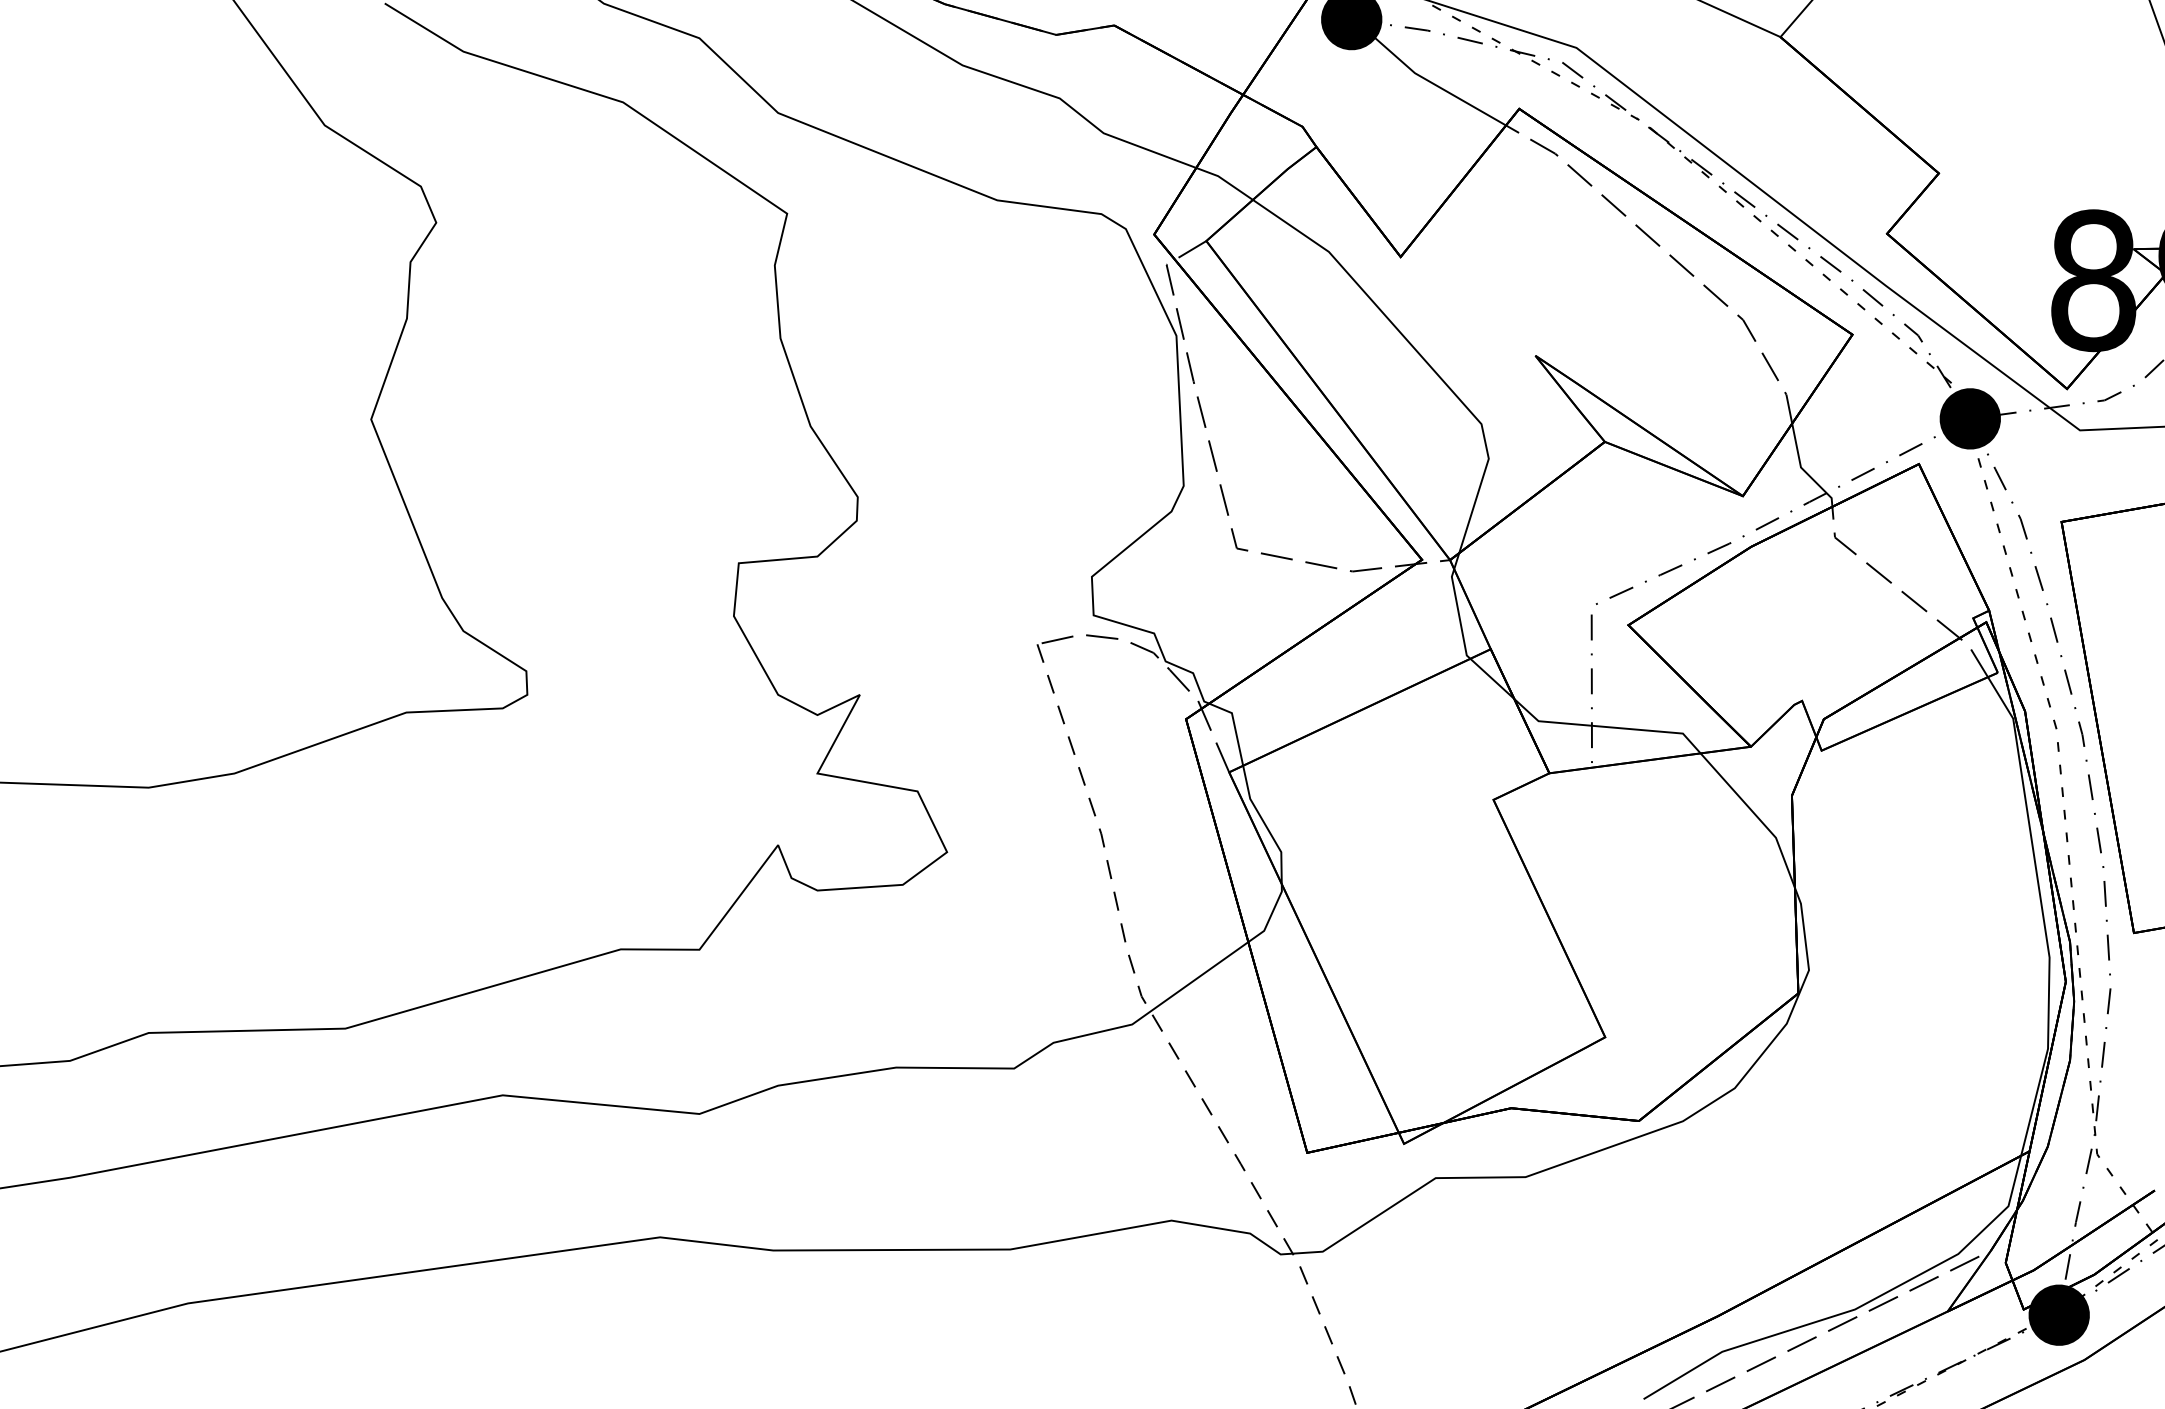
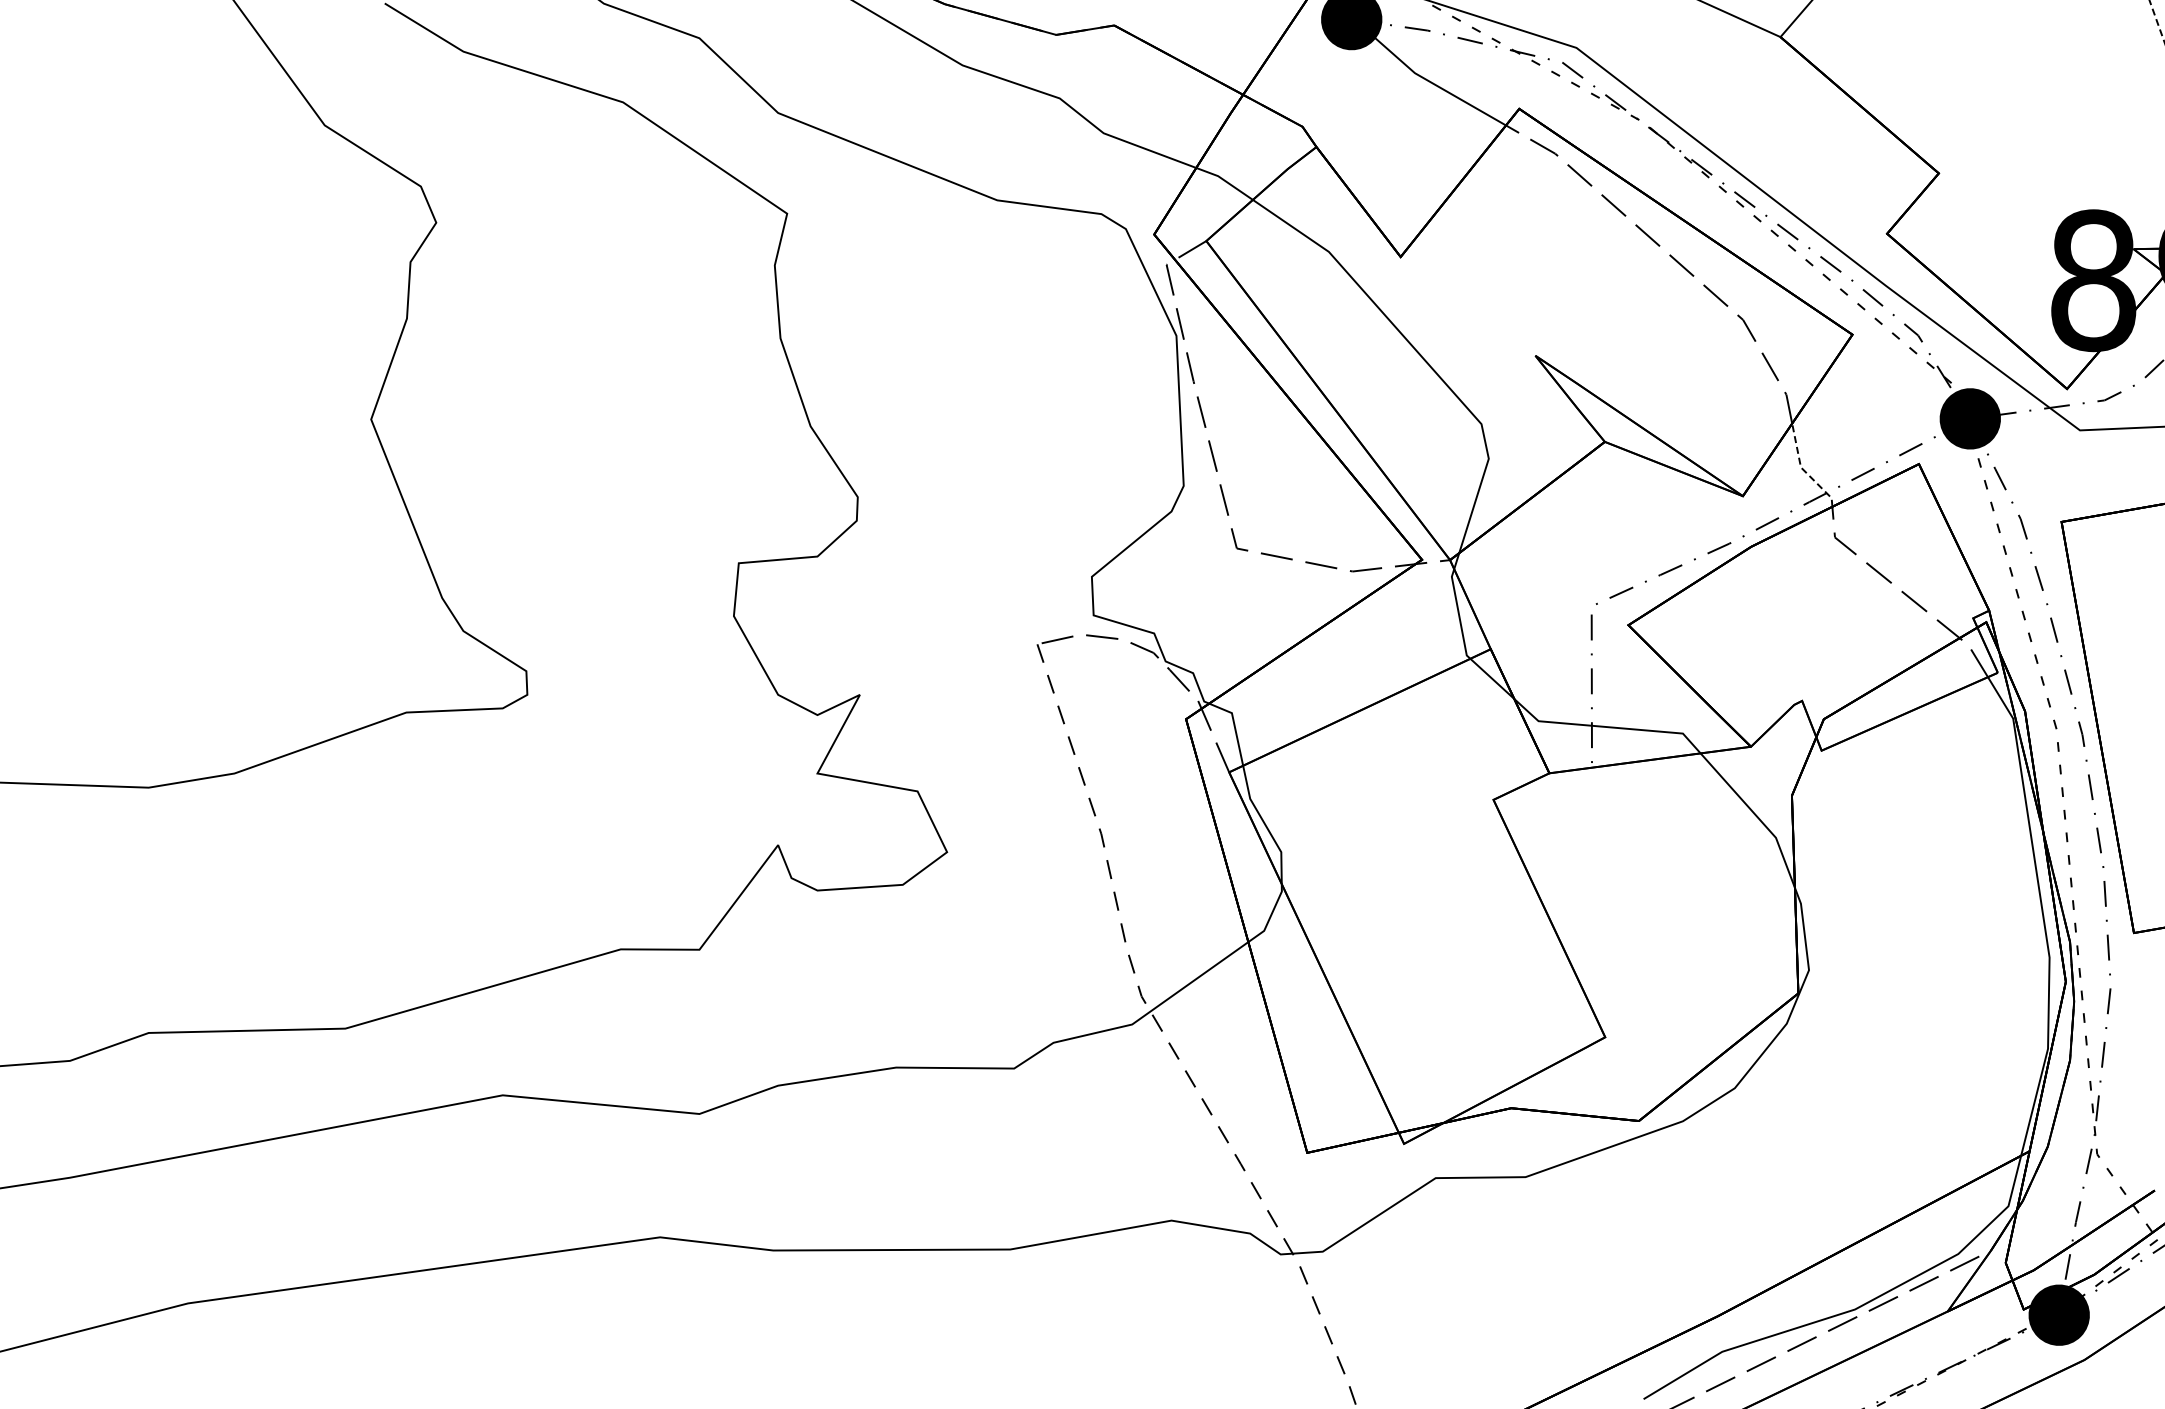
line at (2157, 22): solid -> dashed
line at (1803, 470): solid -> dashed
